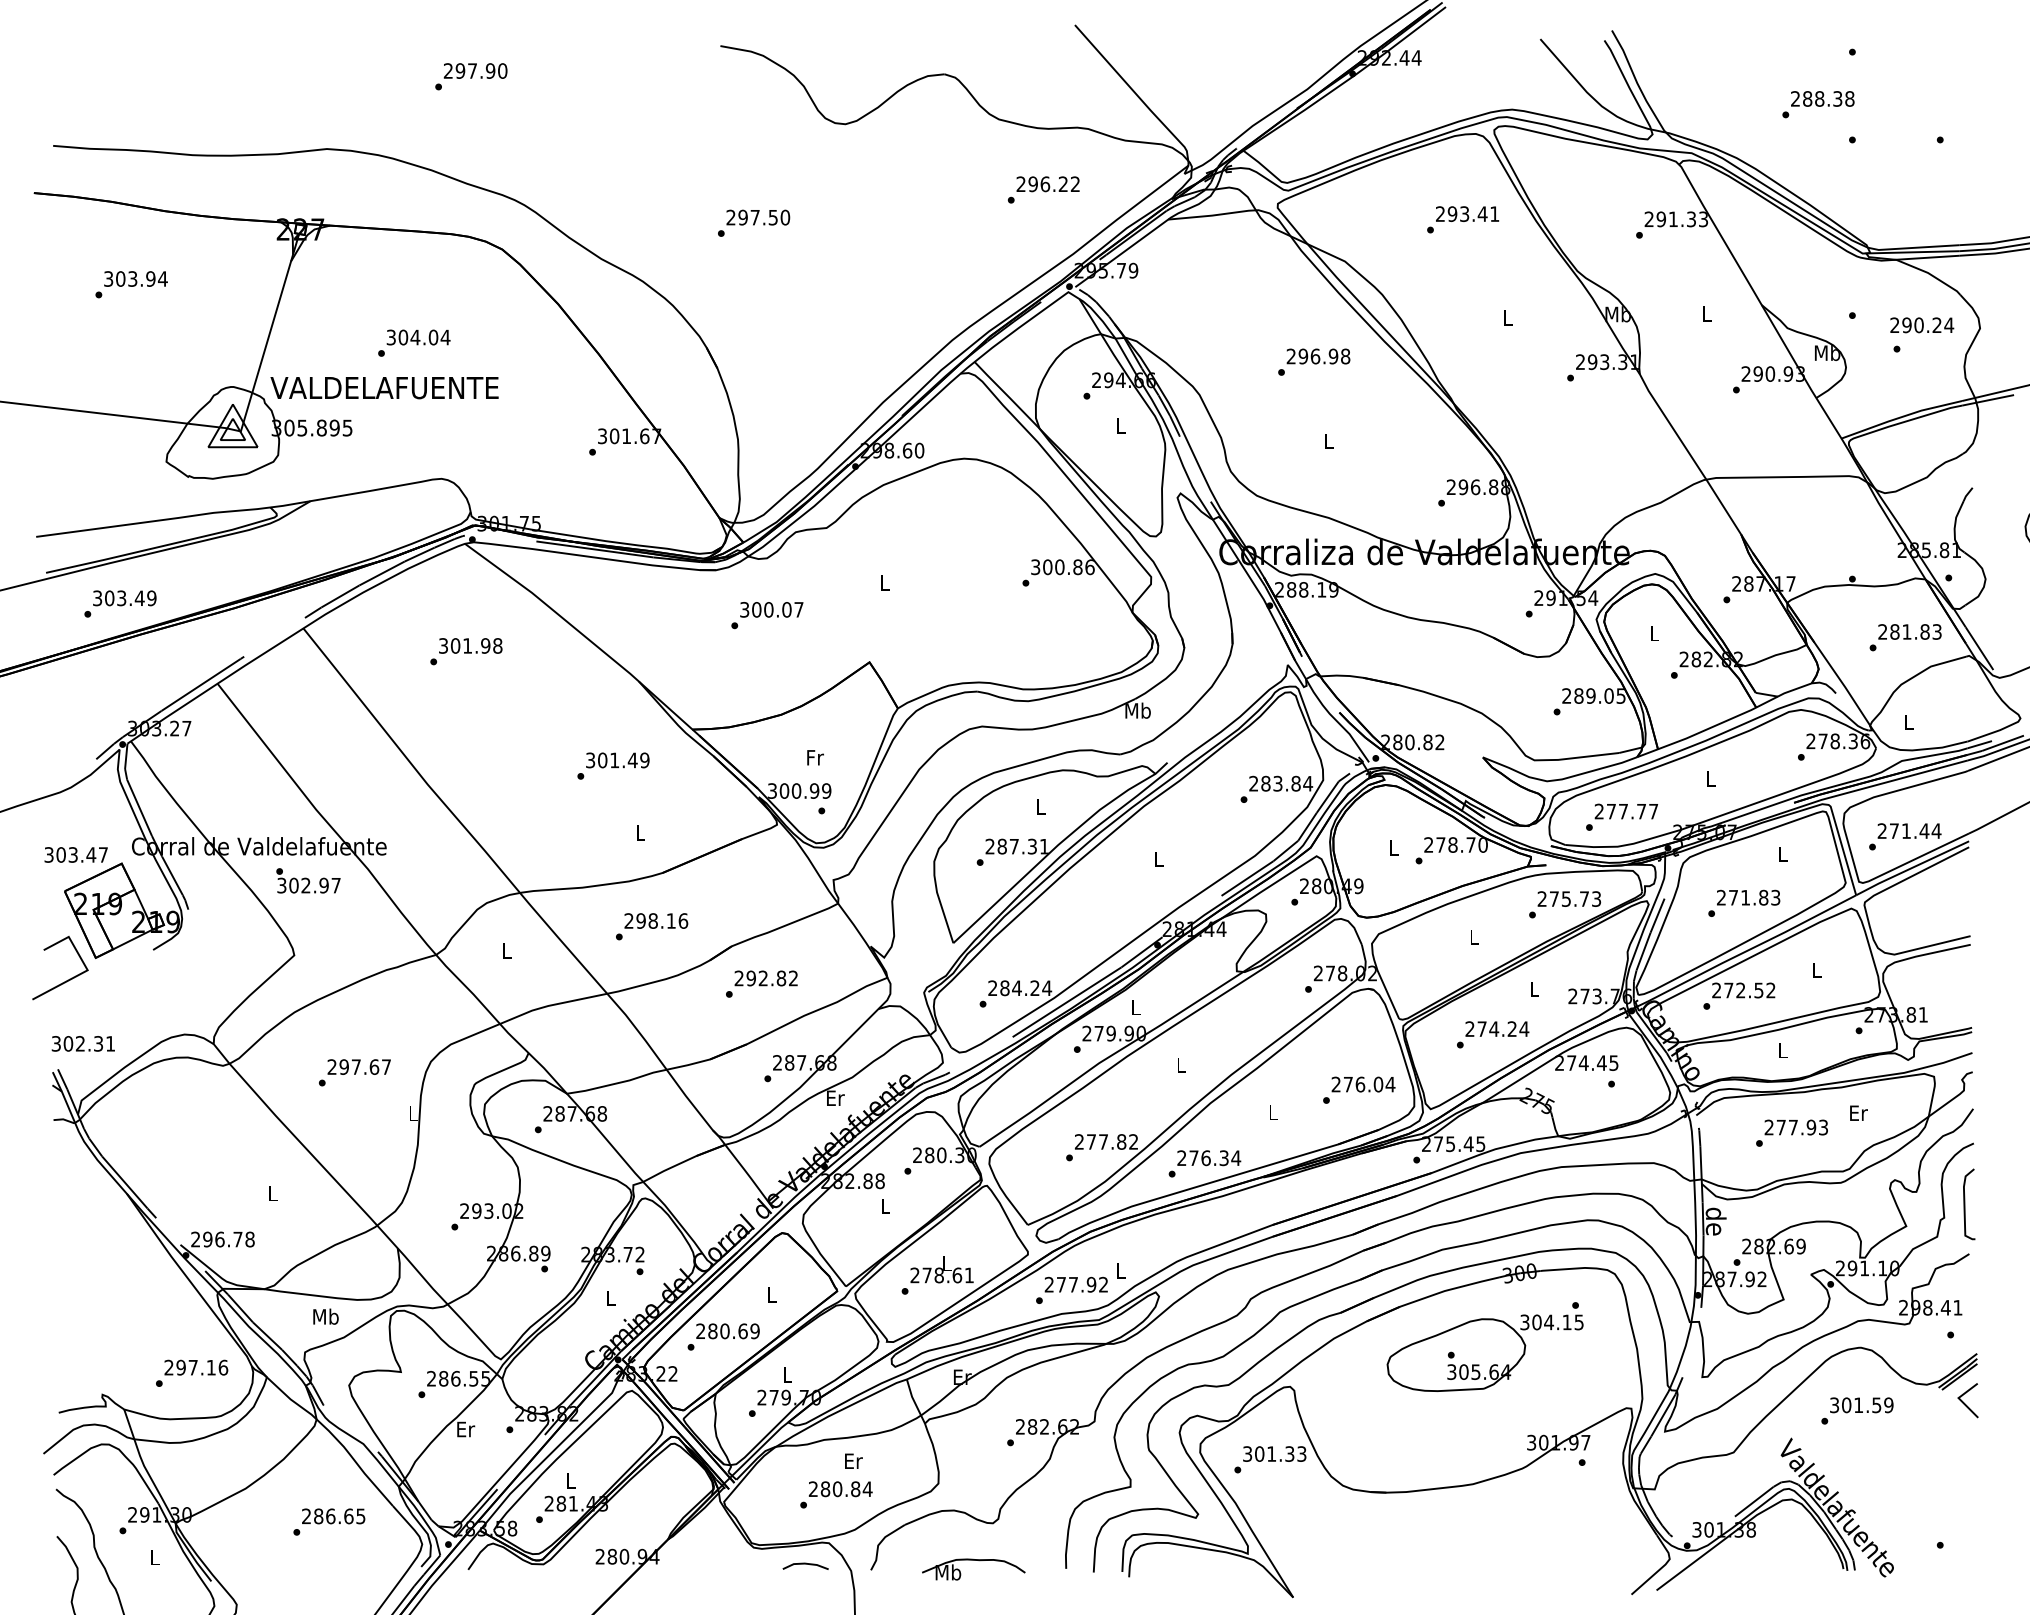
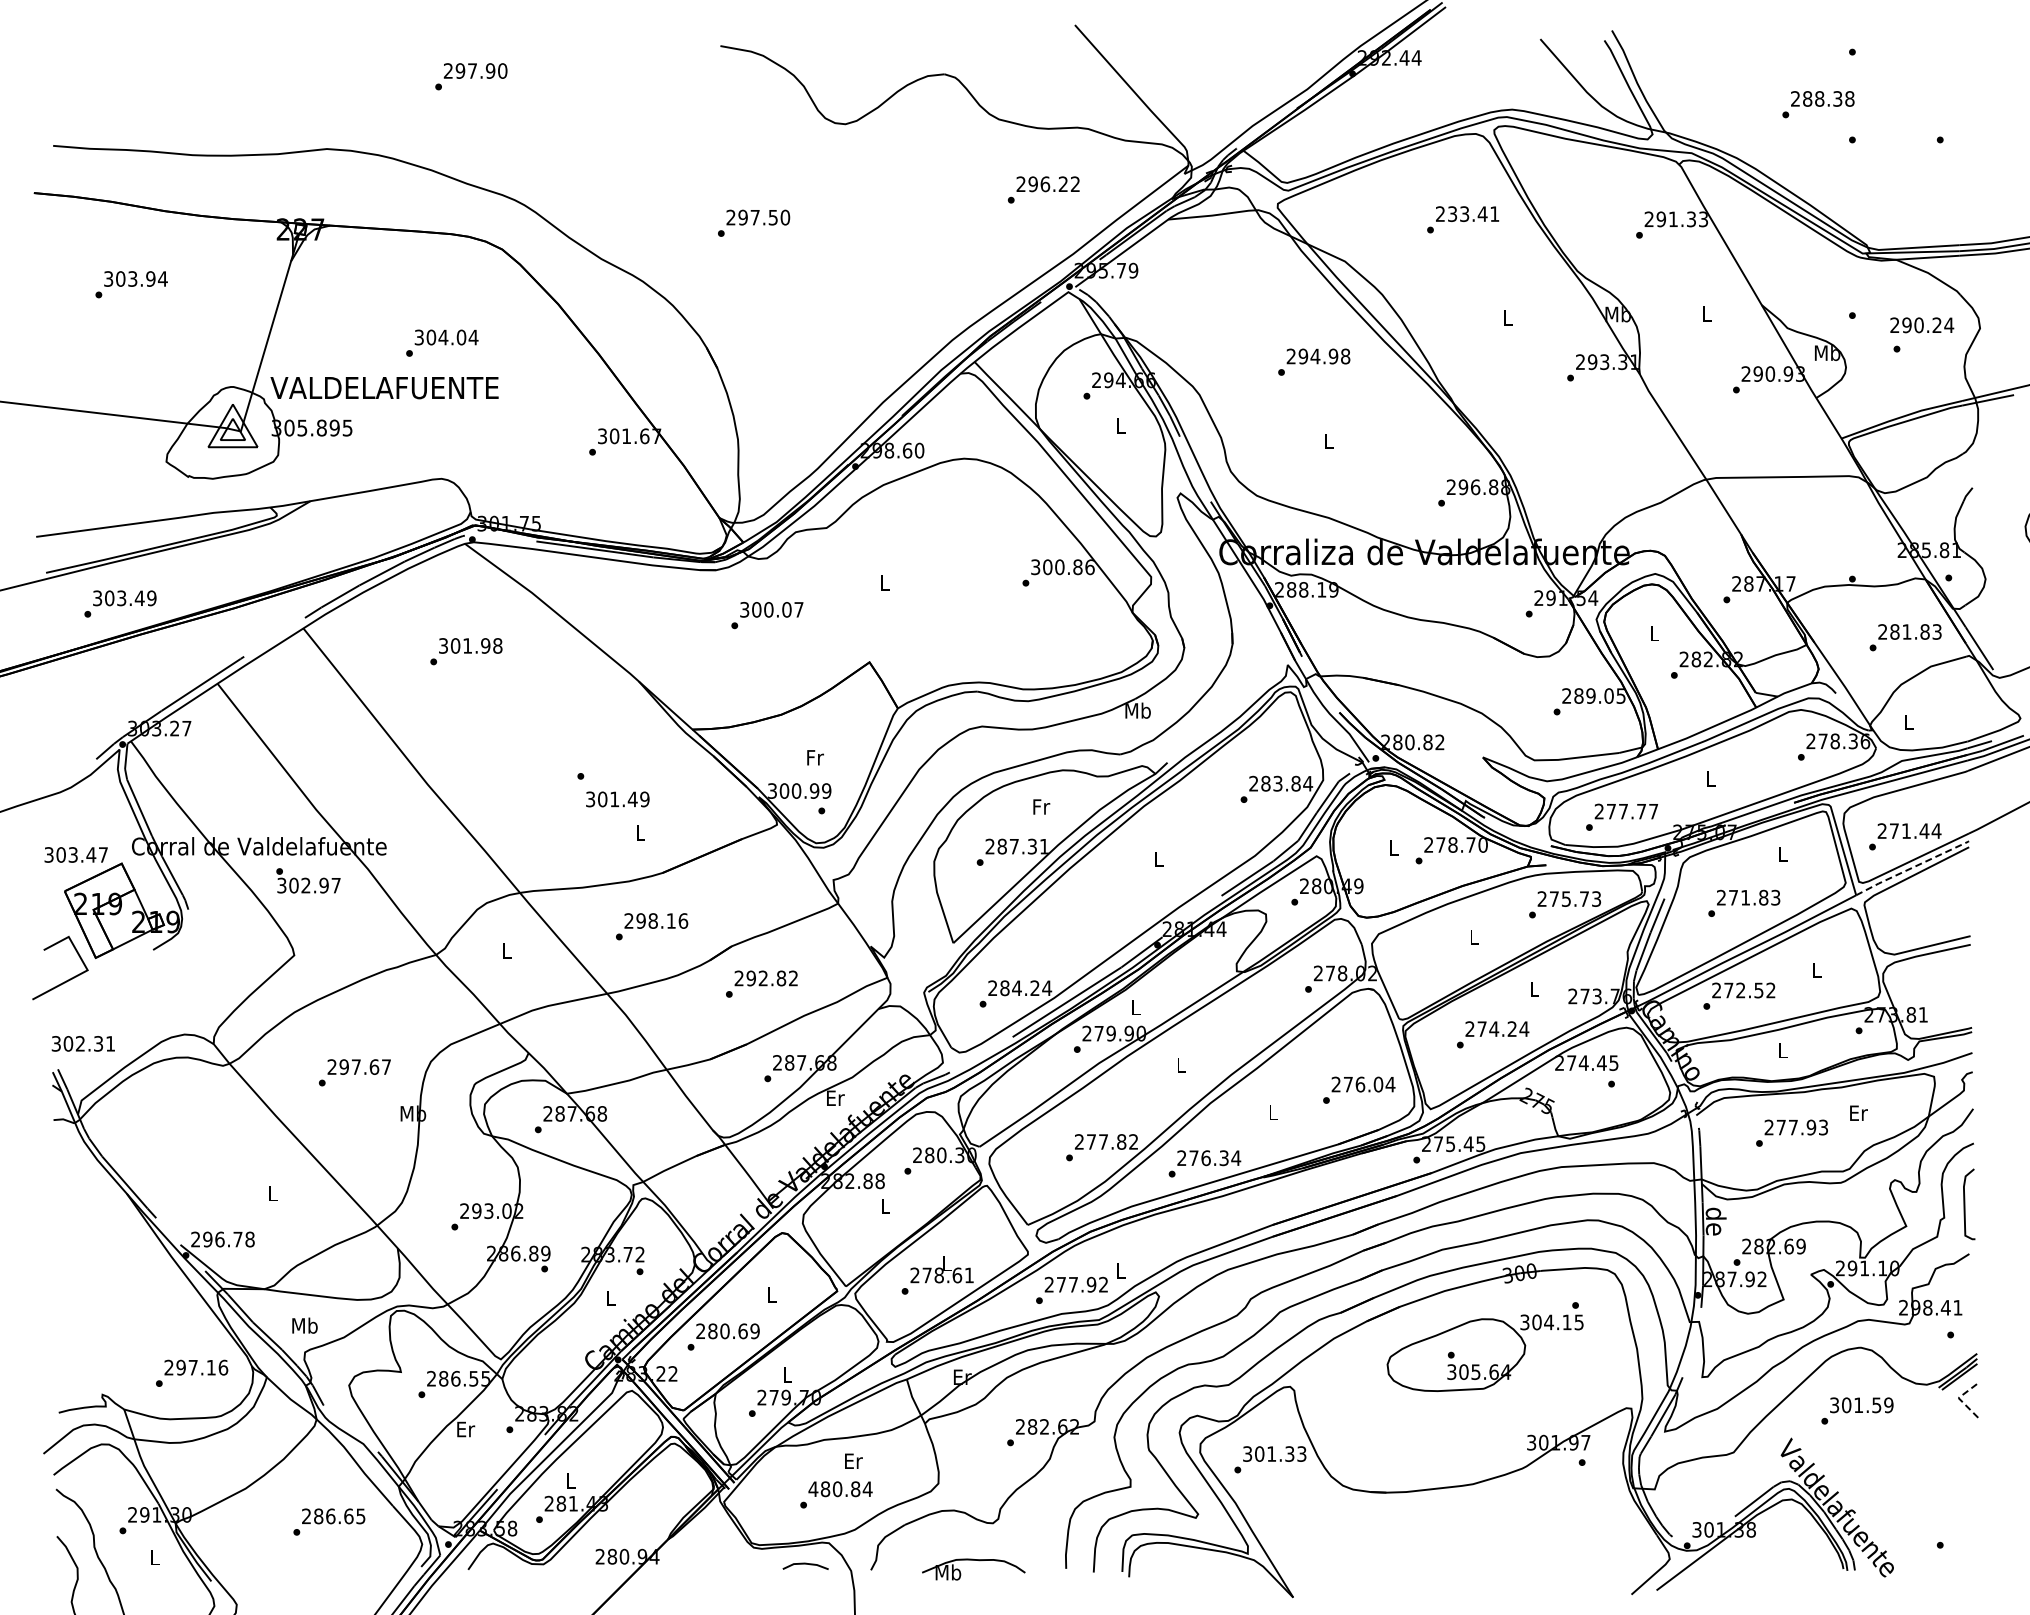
text at (1452, 213): 293.41 -> 233.41
text at (414, 342) position: (414, 342) -> (442, 342)
text at (1315, 356): 296.98 -> 294.98
text at (617, 760) position: (617, 760) -> (617, 799)
text at (1041, 806): L -> Fr
line at (1913, 867): solid -> dashed
text at (413, 1113): L -> Mb
text at (325, 1316) position: (325, 1316) -> (304, 1325)
line at (1959, 1398): solid -> dashed
text at (813, 1488): 280.84 -> 480.84
